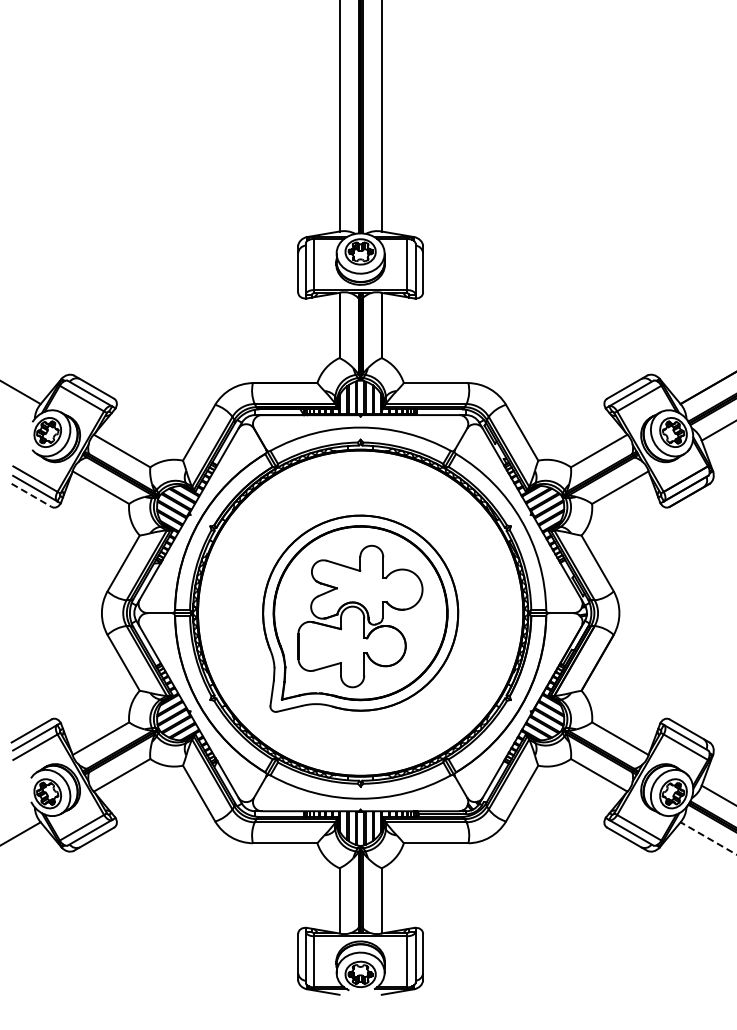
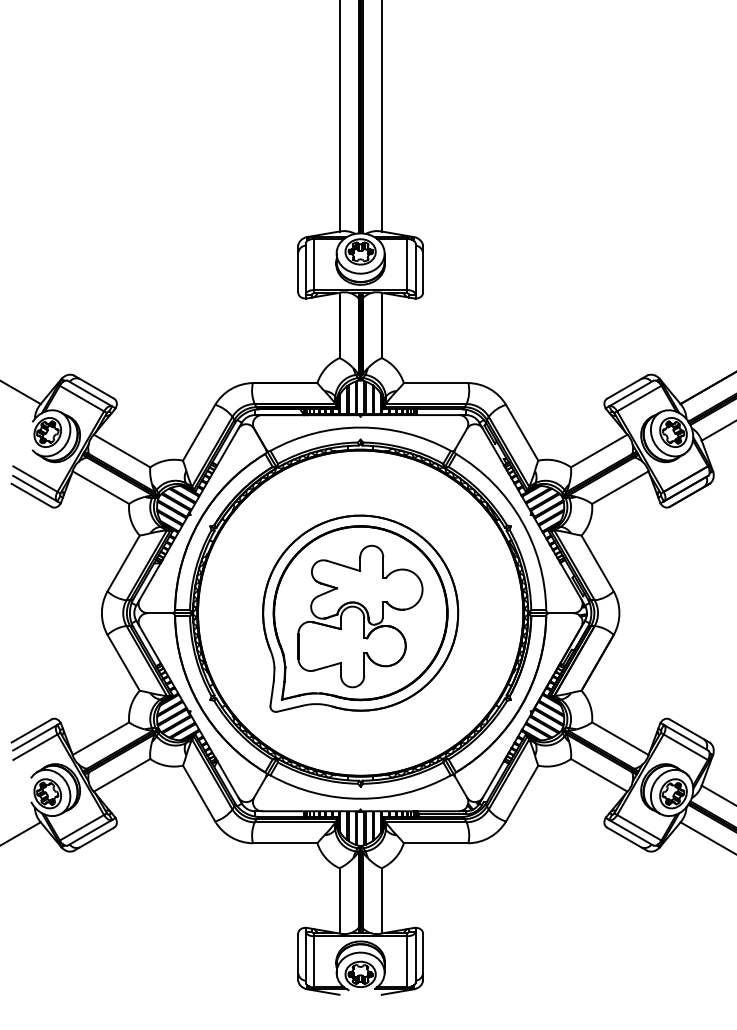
line at (32, 495): dashed -> solid
line at (708, 838): dashed -> solid
